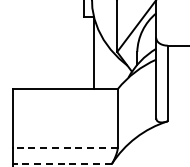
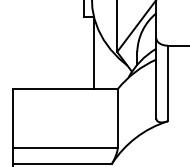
line at (64, 148): dashed -> solid
line at (61, 164): dashed -> solid
